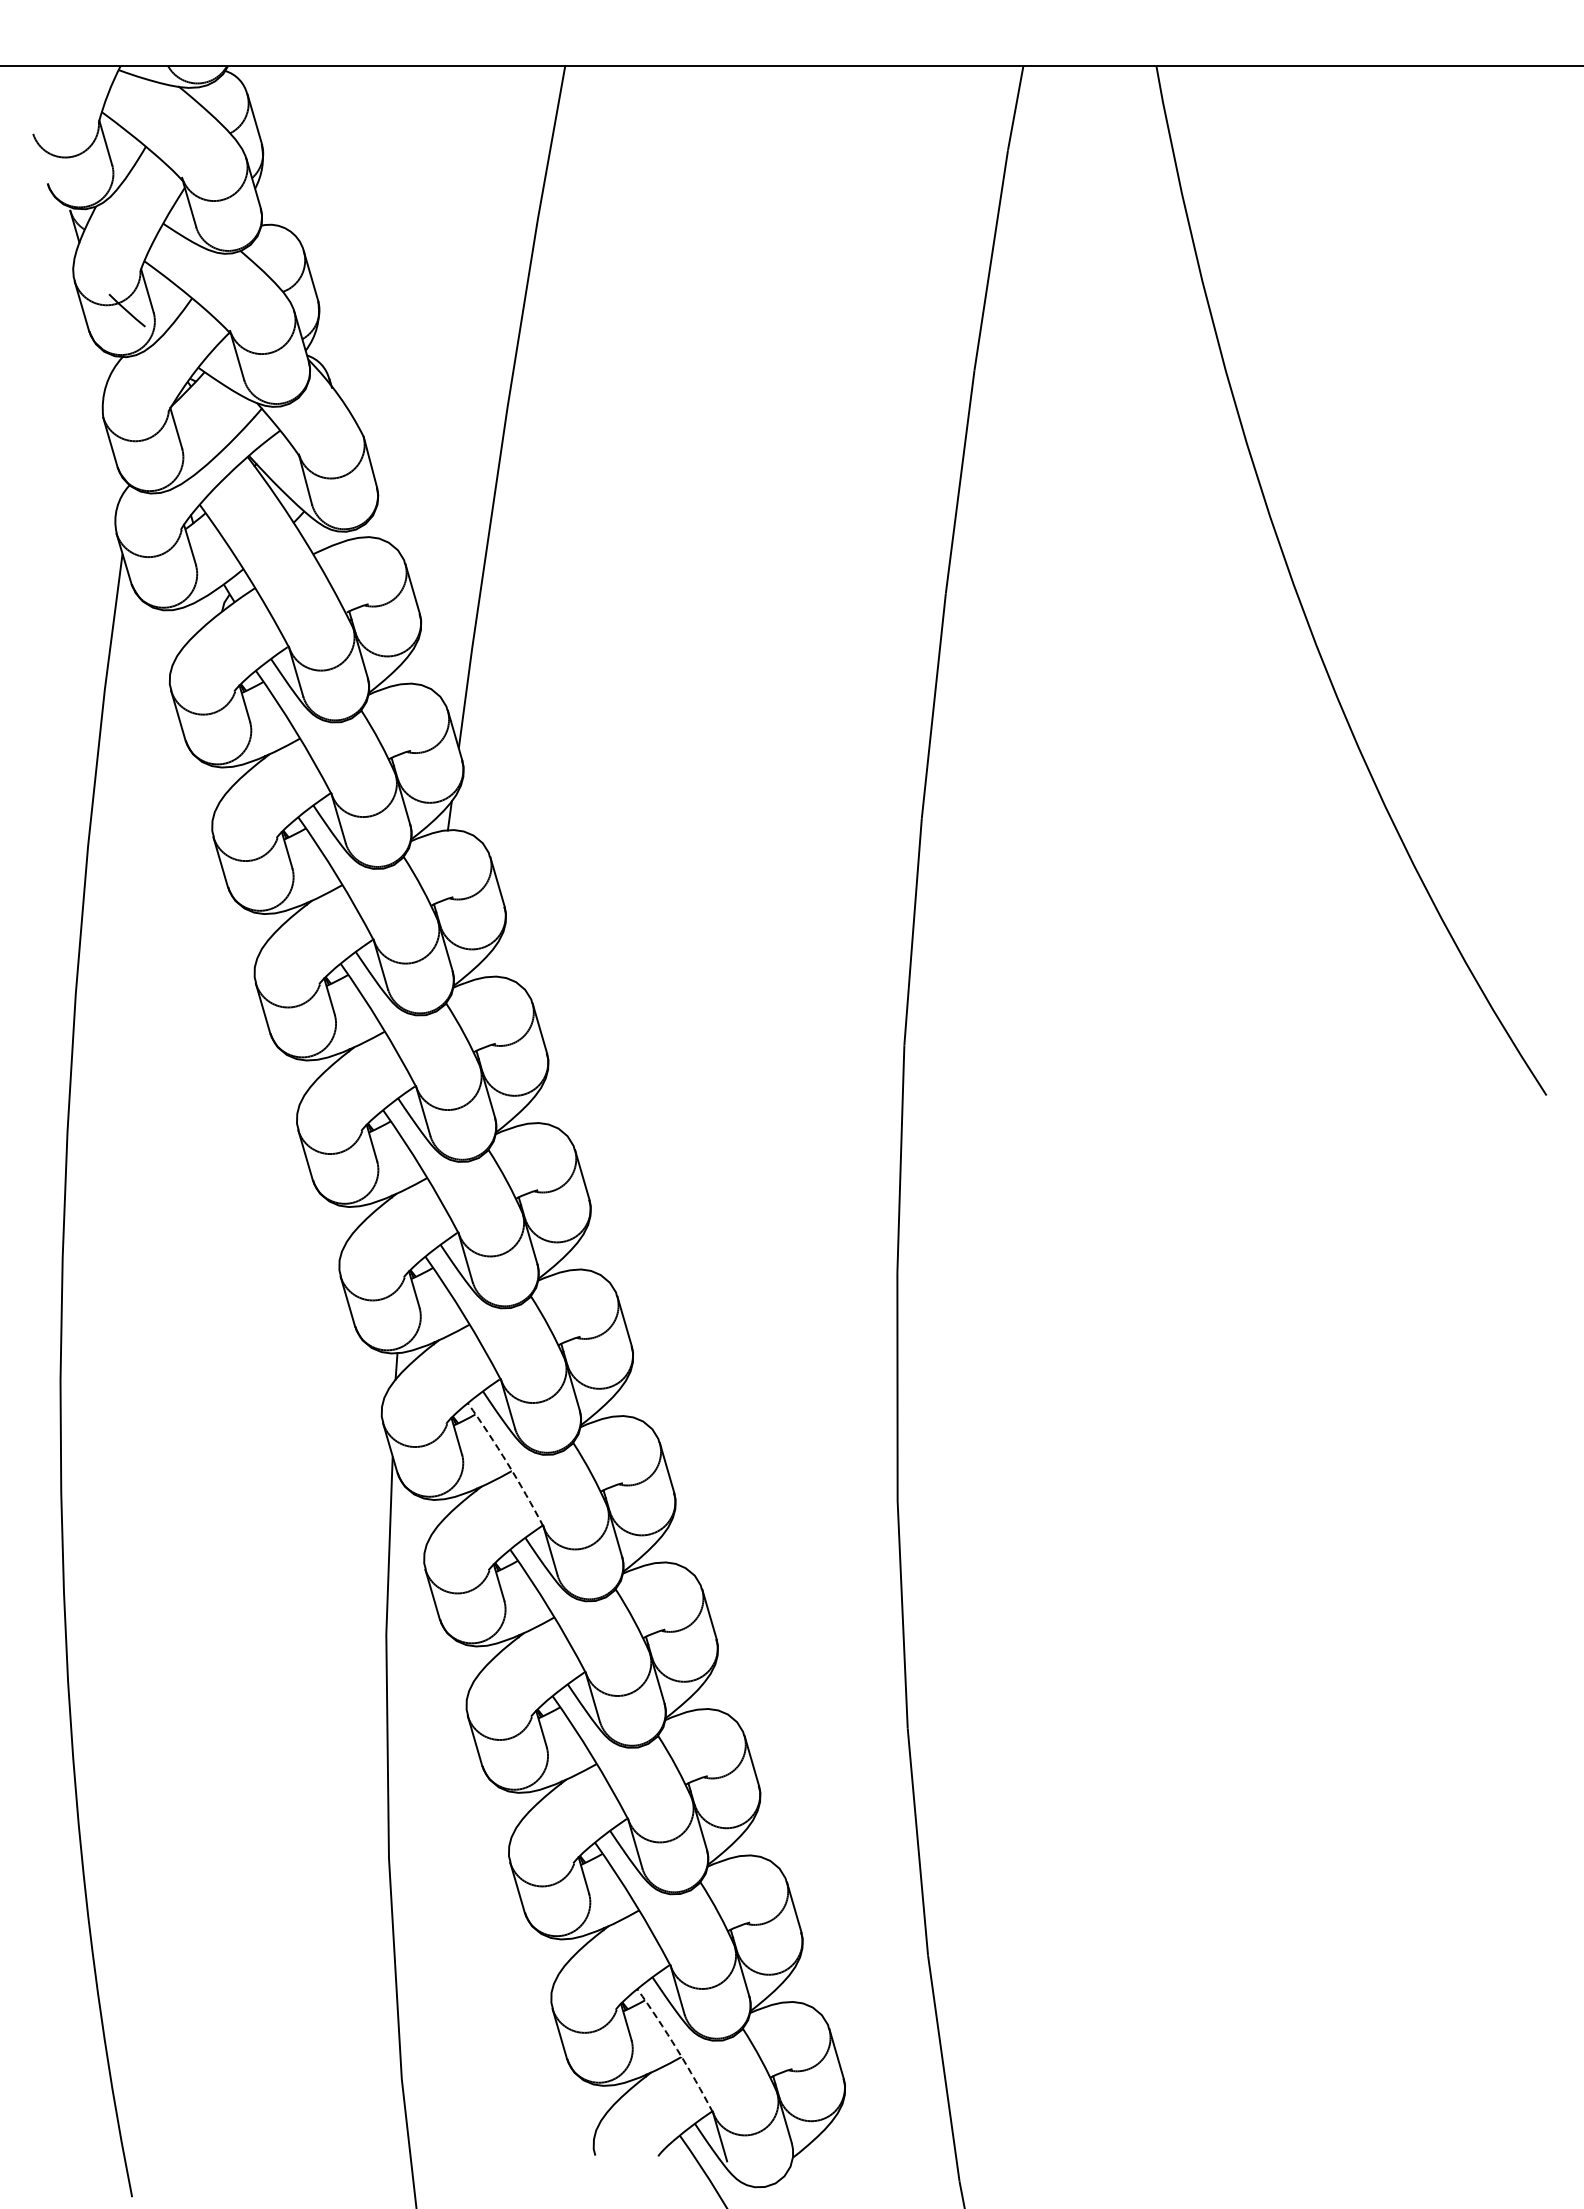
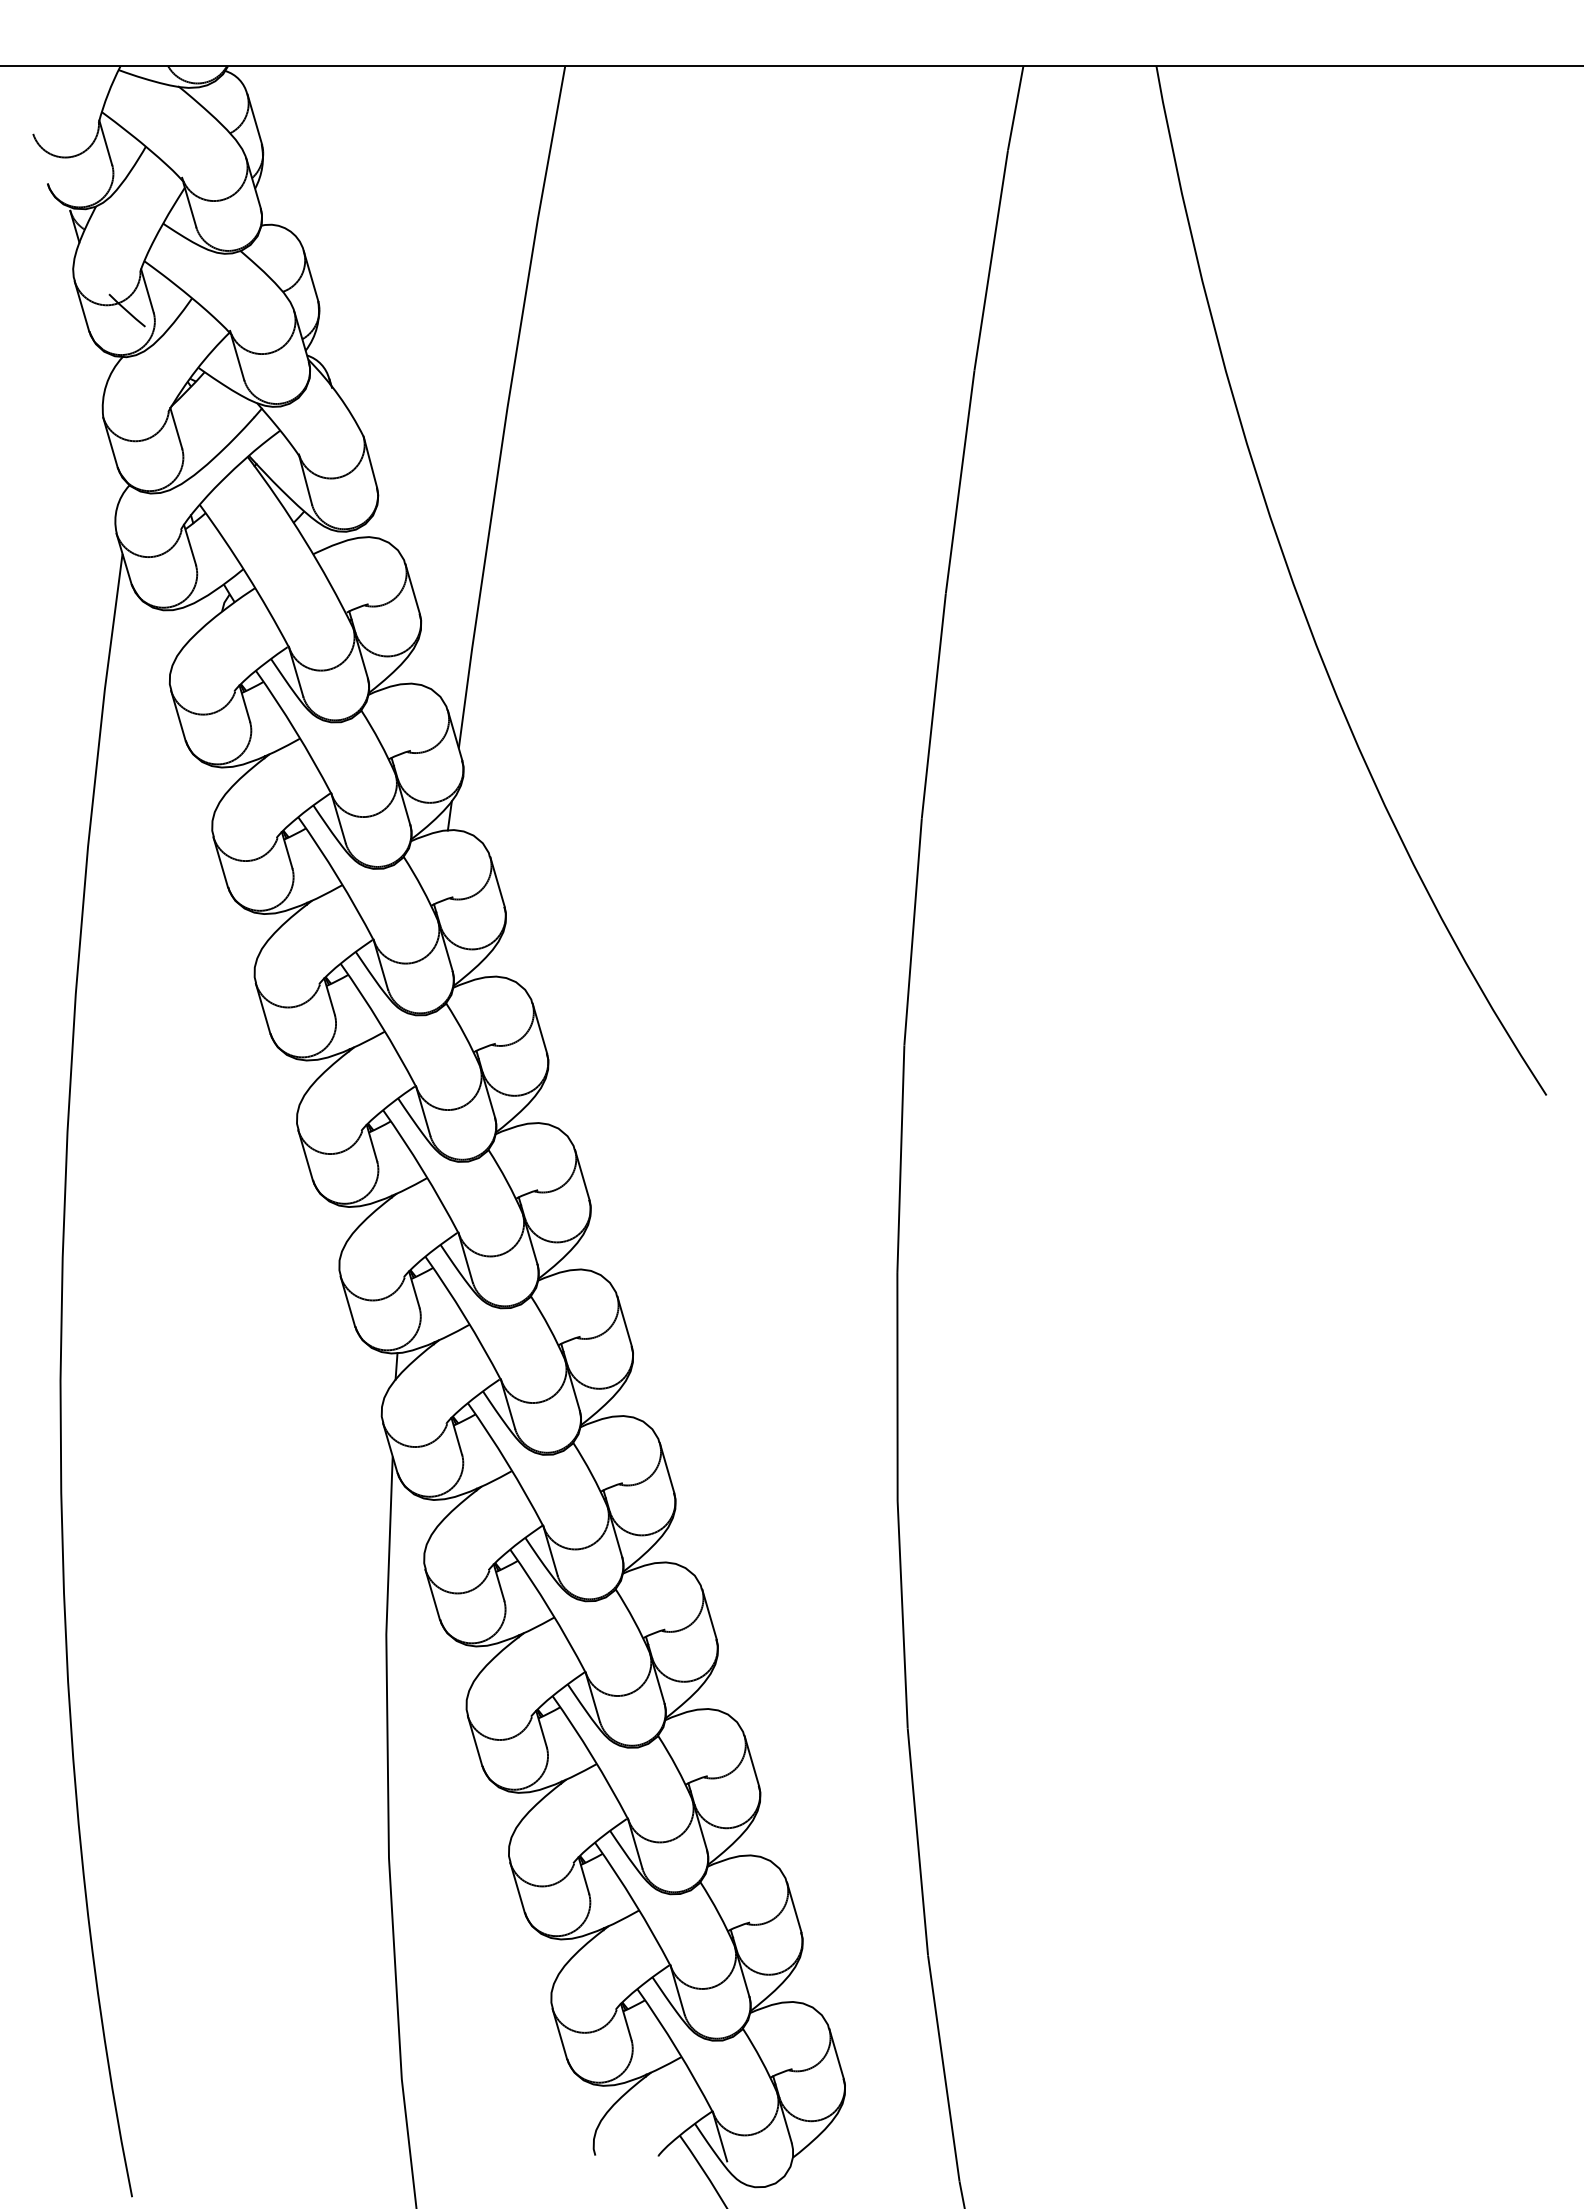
arc at (507, 1463): dashed -> solid
arc at (677, 2049): dashed -> solid
